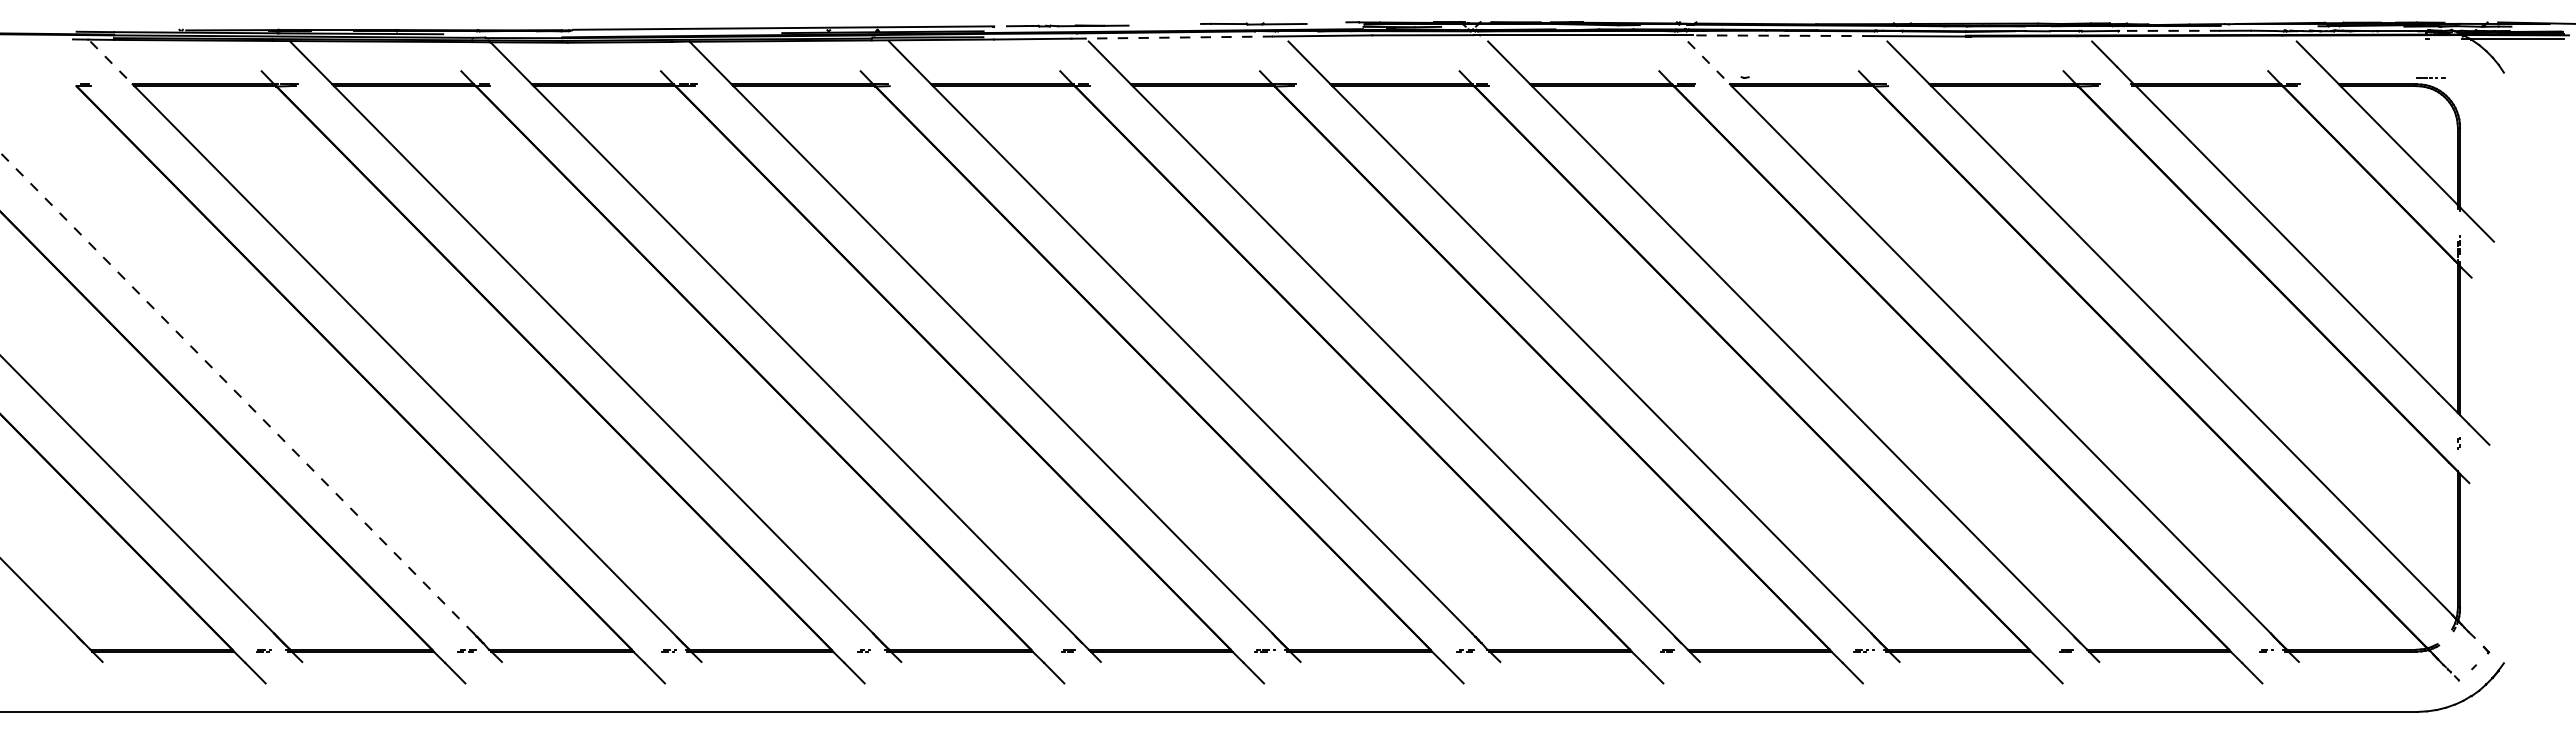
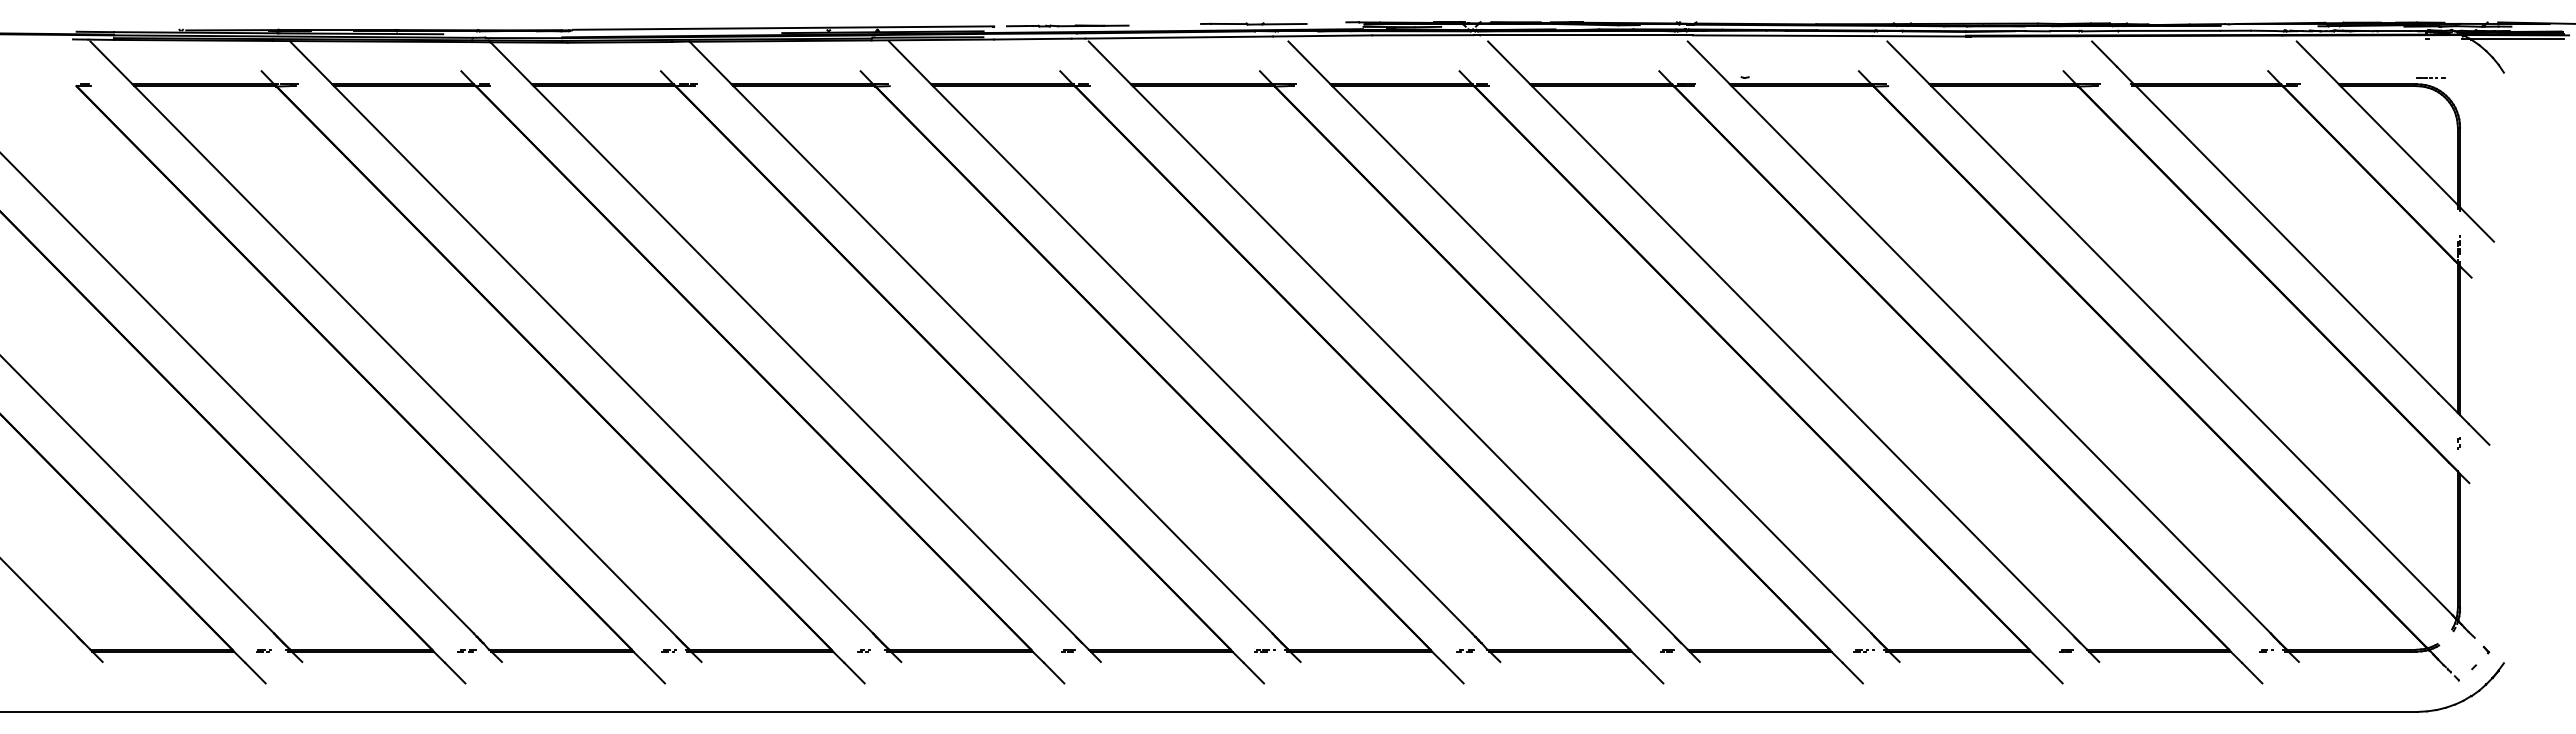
line at (2169, 30): dashed -> solid
line at (1782, 35): dashed -> solid
line at (1179, 37): dashed -> solid
line at (111, 63): dashed -> solid
line at (1709, 63): dashed -> solid
line at (236, 392): dashed -> solid
